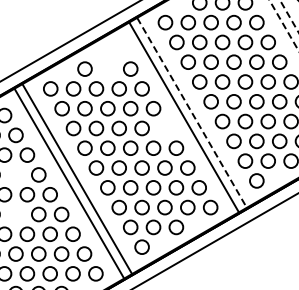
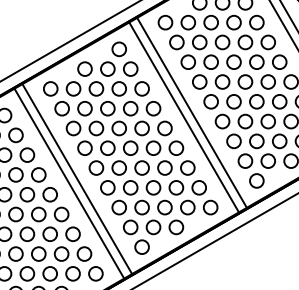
line at (289, 16): dashed -> solid
line at (284, 26): dashed -> solid
part at (113, 58): none -> present
line at (192, 112): dashed -> solid
circle at (164, 128): none -> present
circle at (15, 174): none -> present
circle at (15, 214): none -> present
